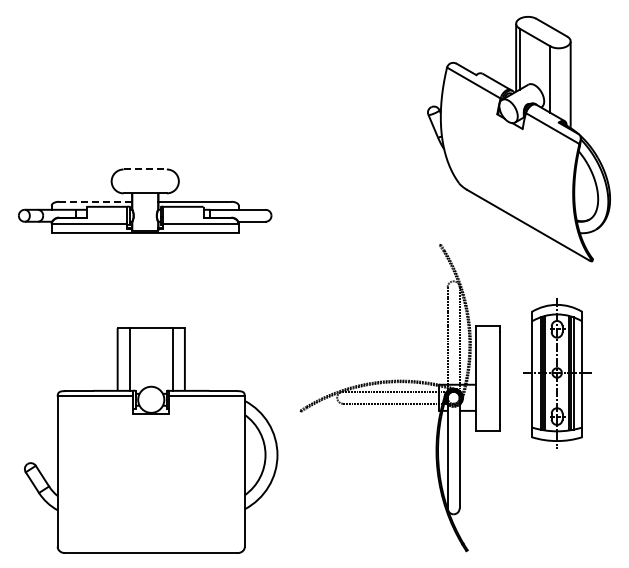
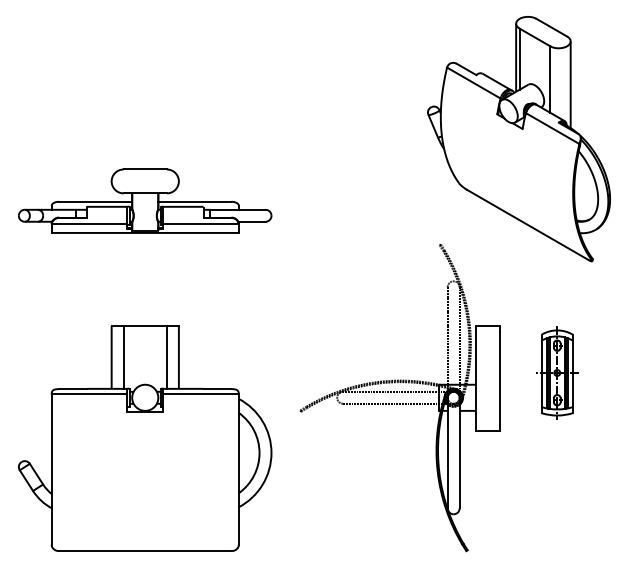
line at (145, 169): dashed -> solid
line at (95, 201): dashed -> solid
part at (557, 373) size: 69x151 px -> 43x94 px
part at (151, 440) position: (151, 440) -> (145, 438)
